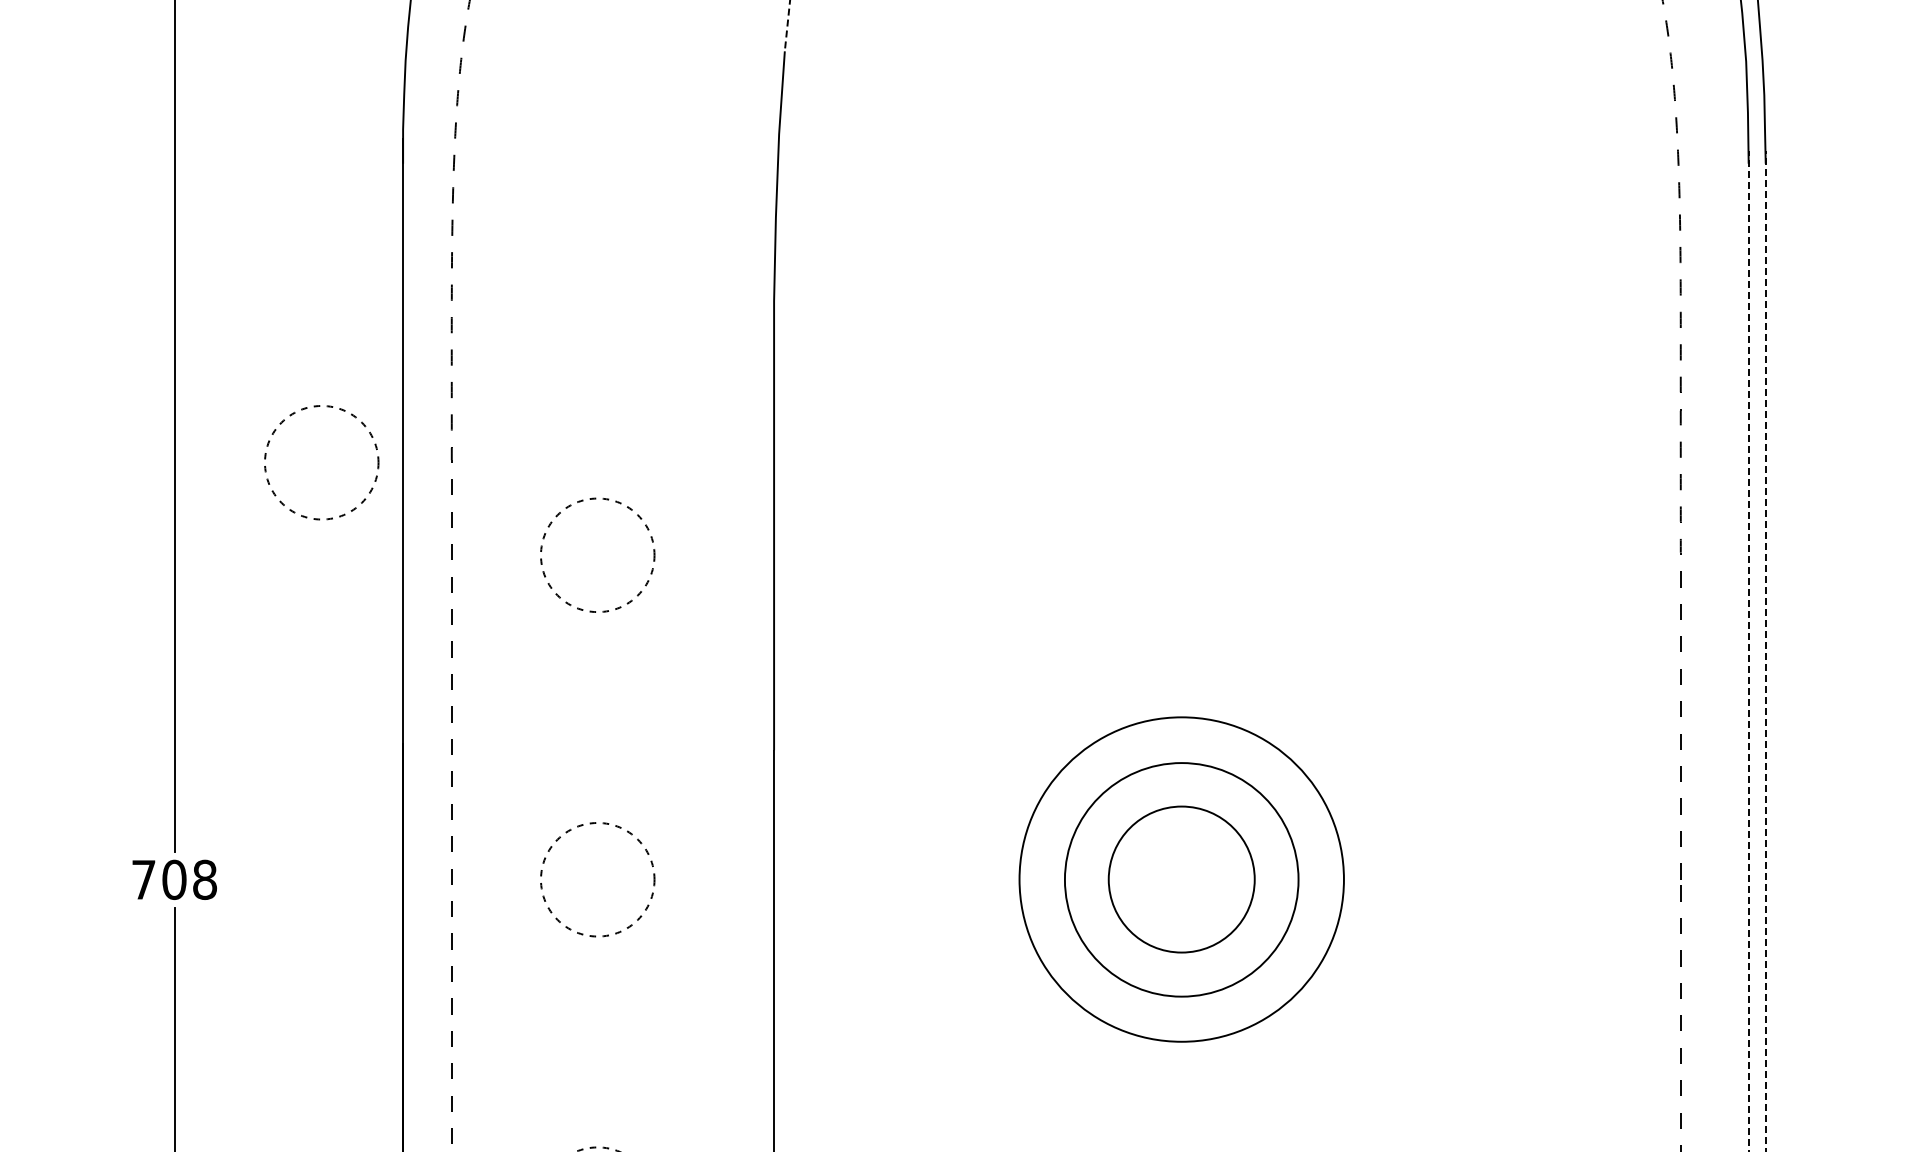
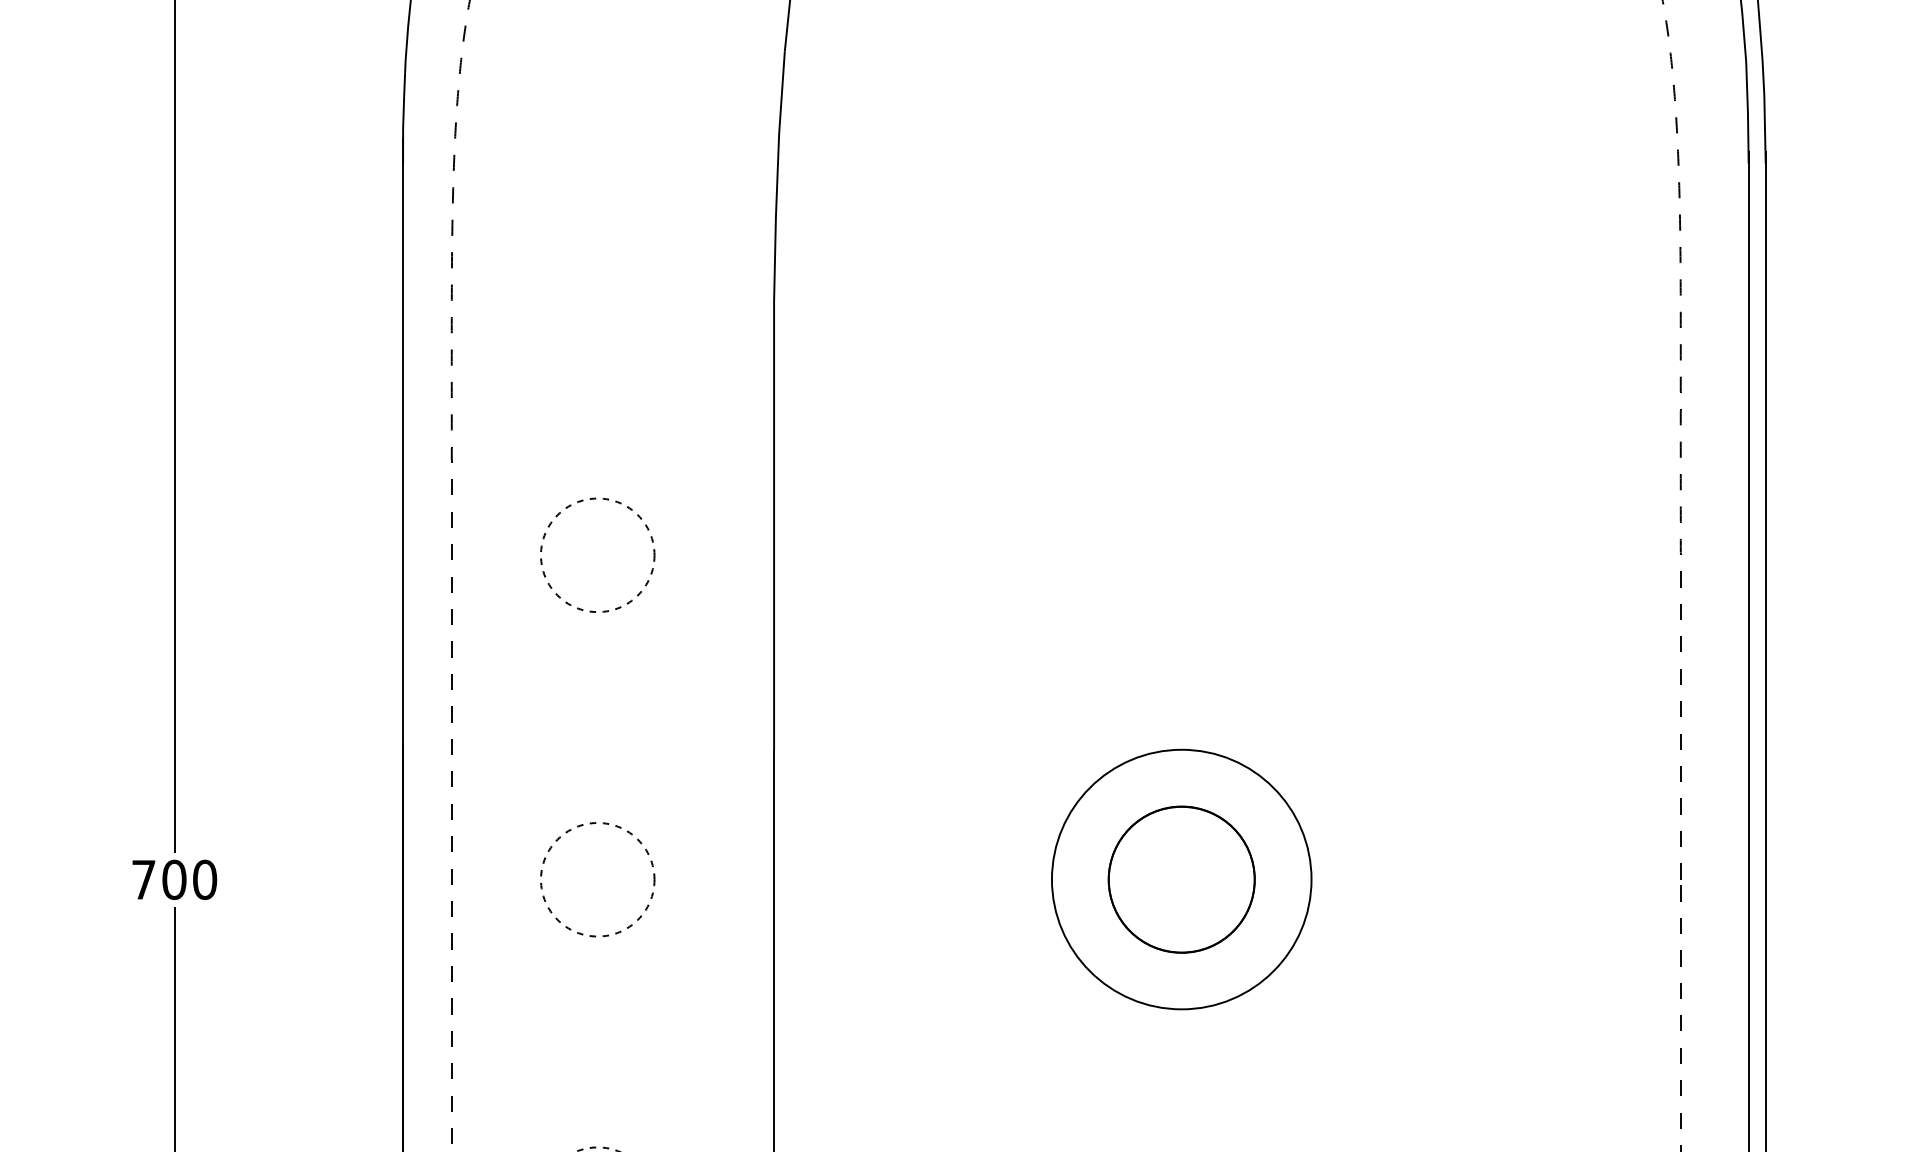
line at (787, 26): dashed -> solid
circle at (321, 462): present -> none
line at (1748, 651): dashed -> solid
line at (1765, 651): dashed -> solid
text at (205, 879): 708 -> 700
circle at (1181, 879) diameter: 234 px -> 146 px
circle at (1181, 879) diameter: 324 px -> 260 px
